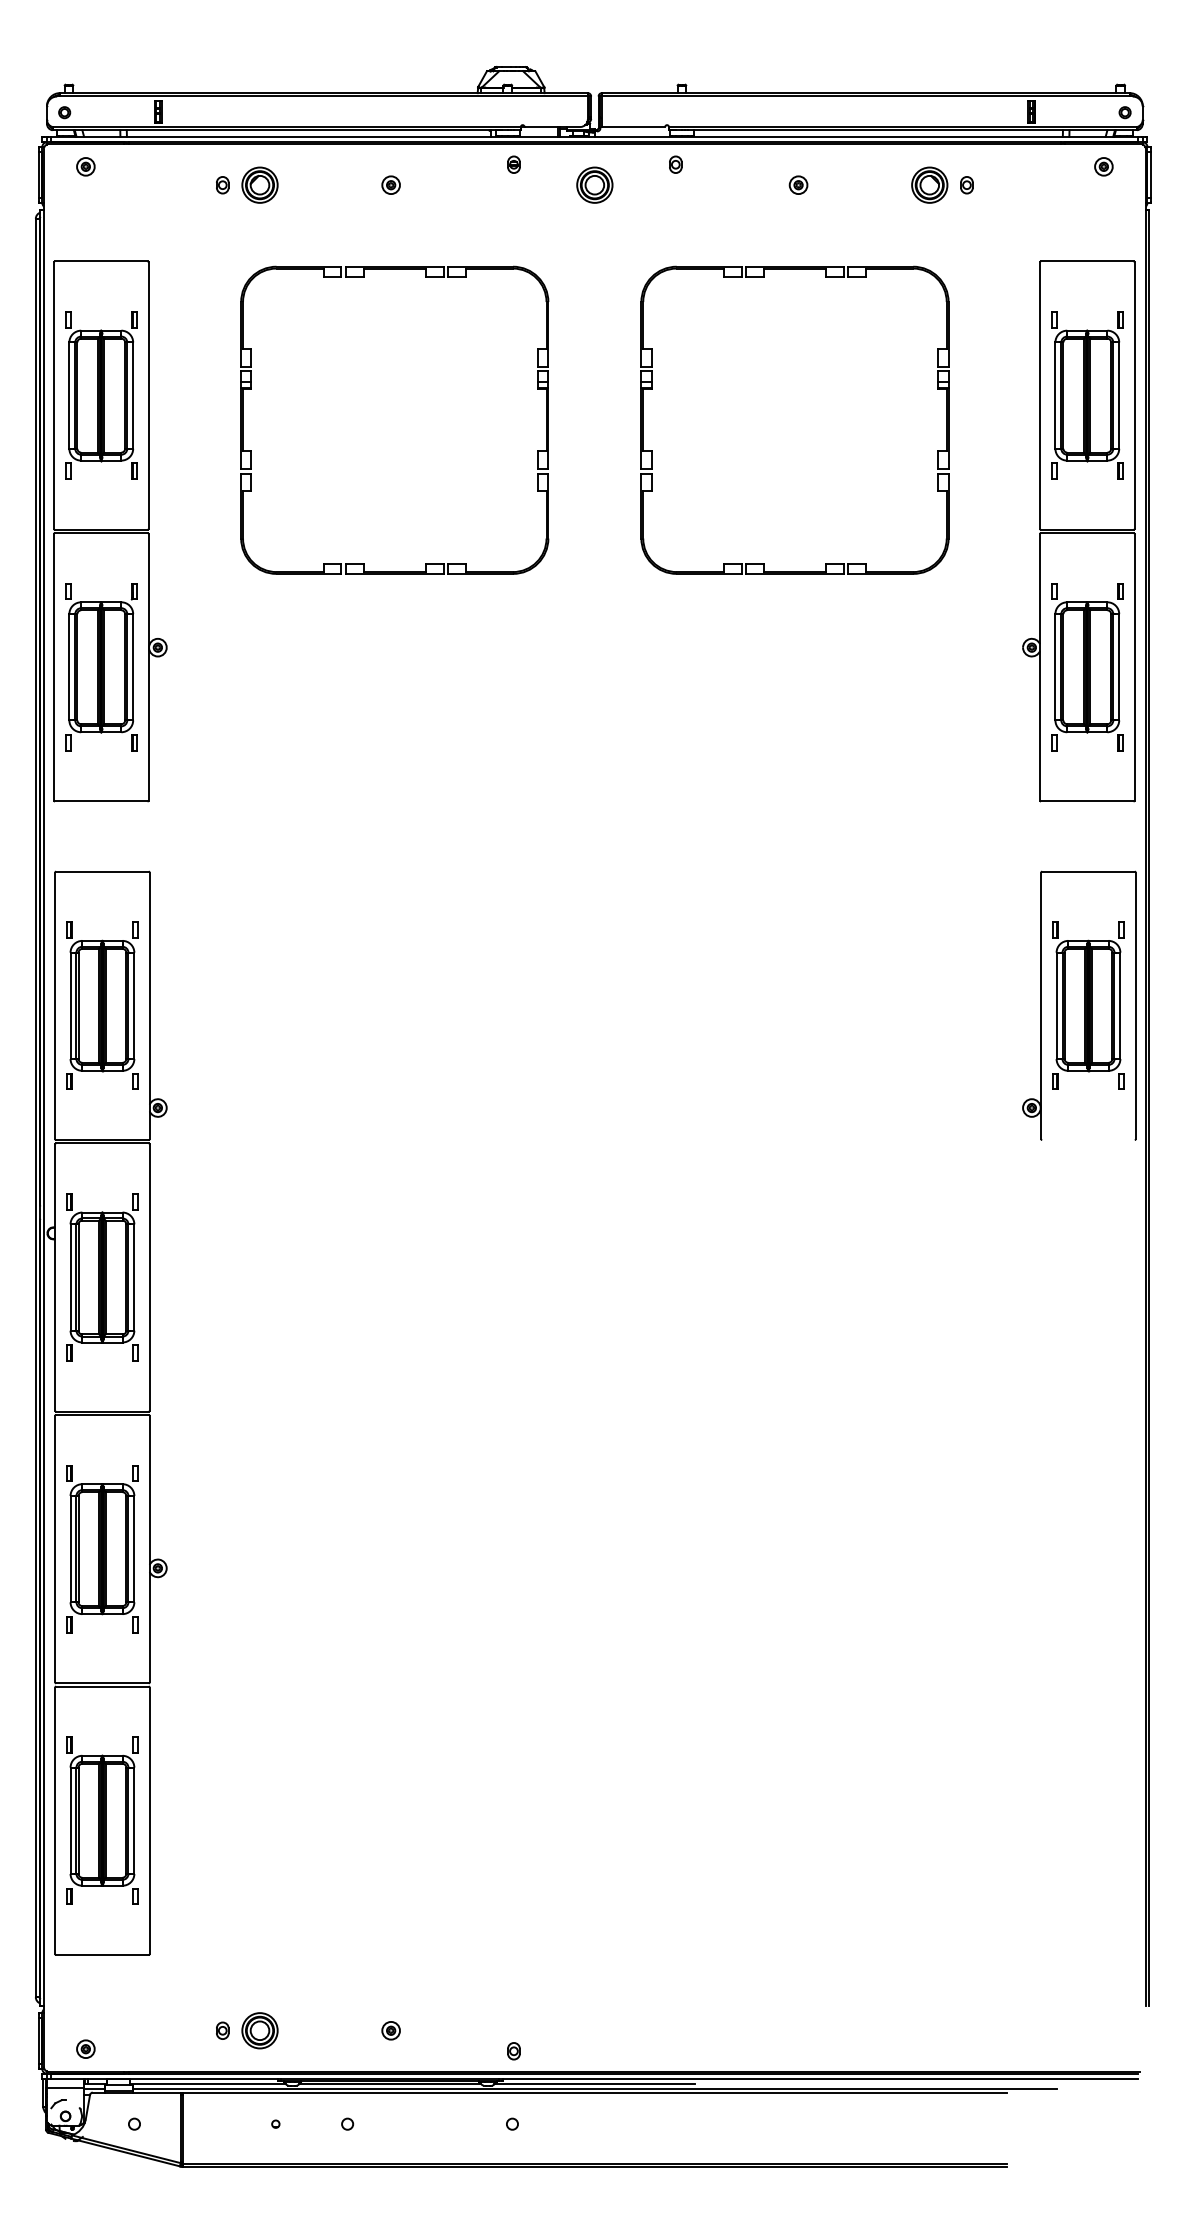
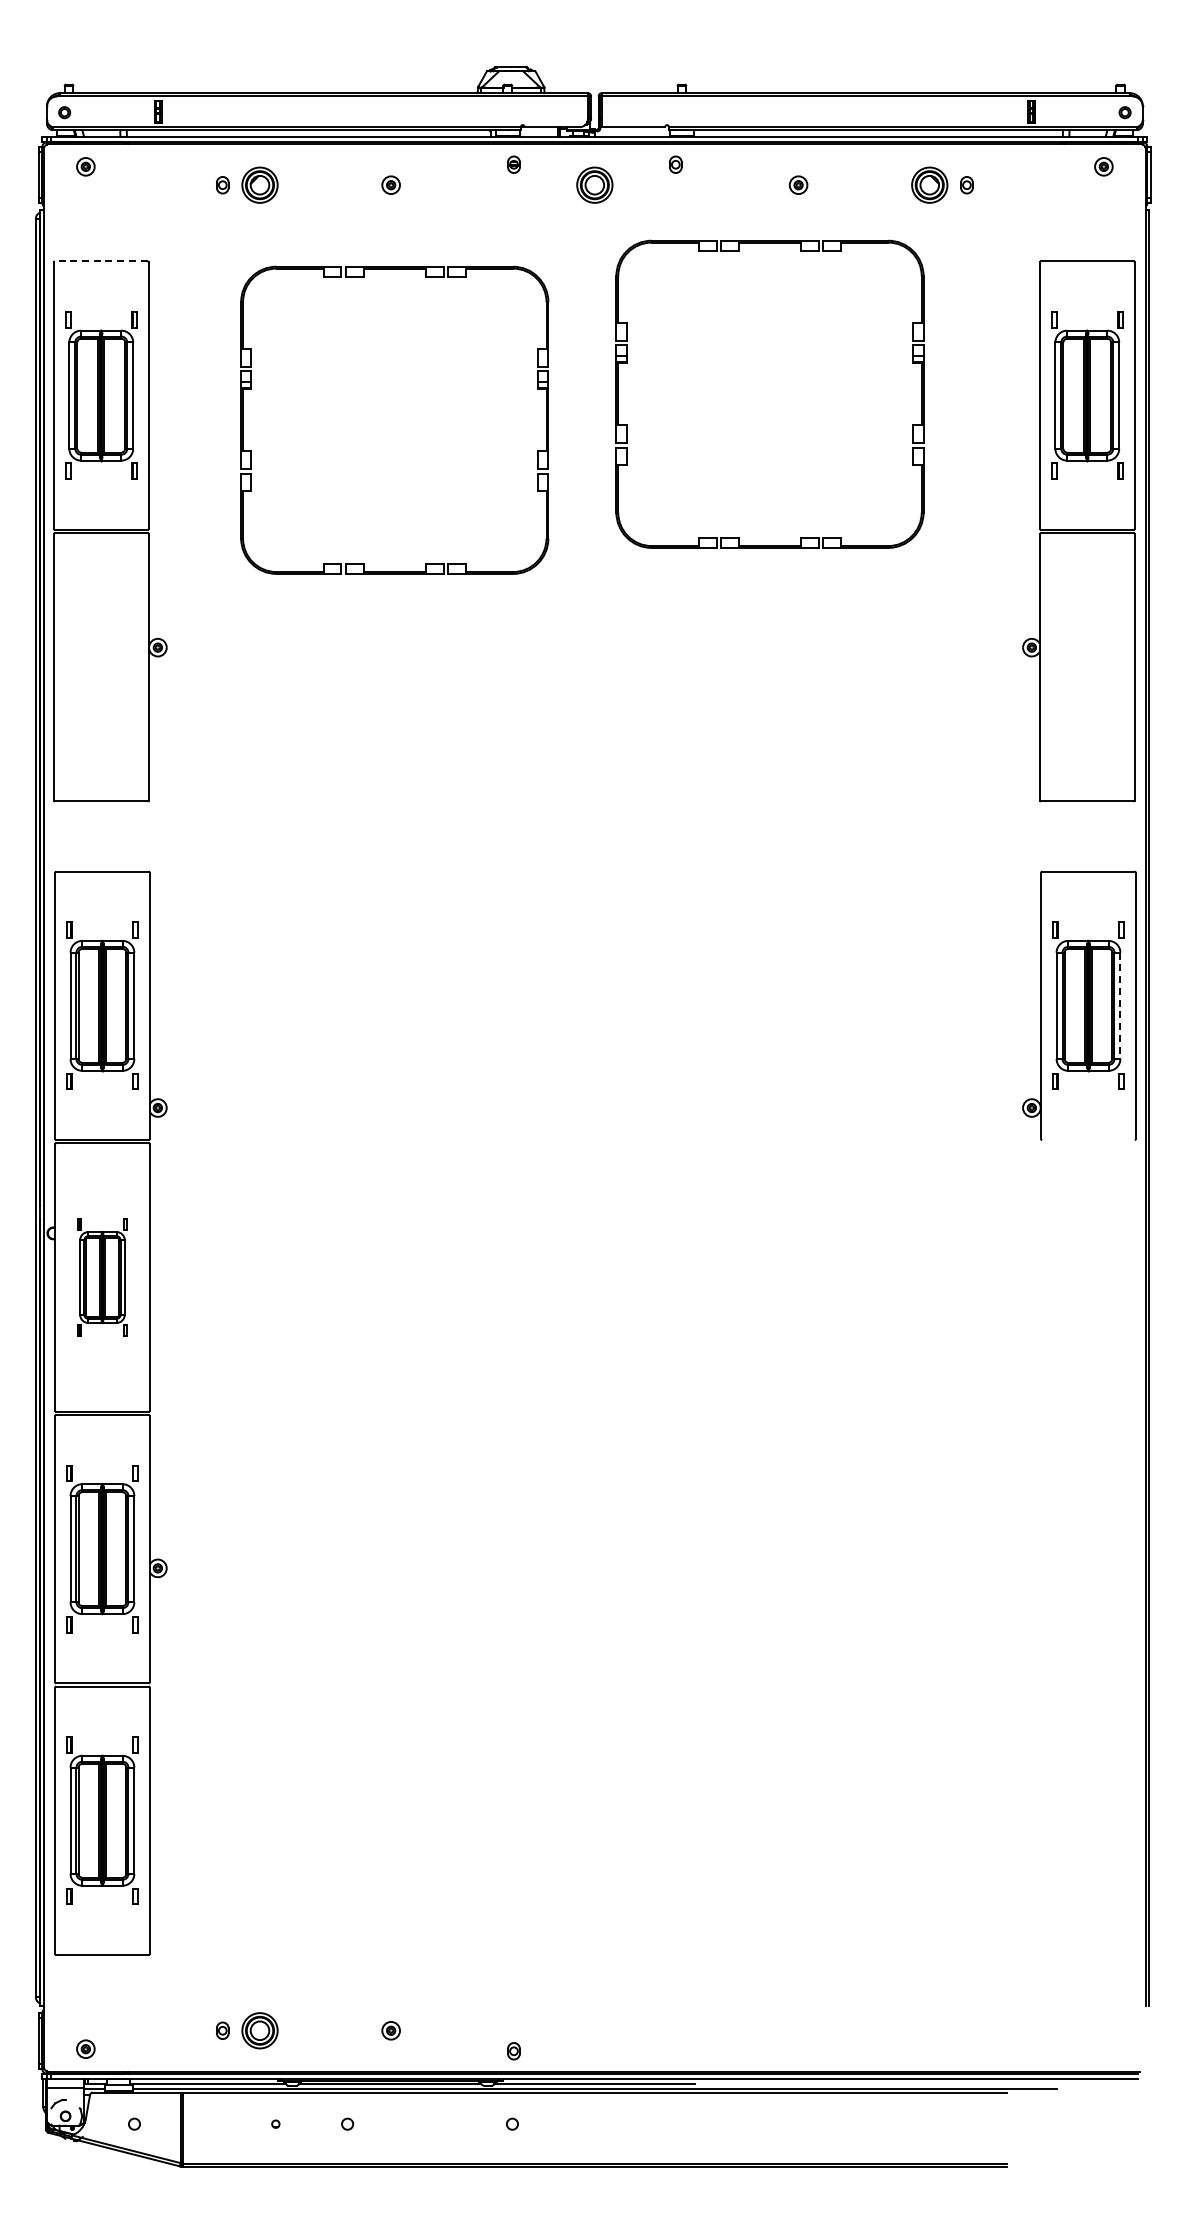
line at (100, 261): solid -> dashed
part at (764, 277) position: (764, 277) -> (739, 251)
part at (101, 667): present -> none
part at (1087, 667): present -> none
line at (1120, 1006): solid -> dashed
part at (102, 1277) size: 73x169 px -> 51x119 px
